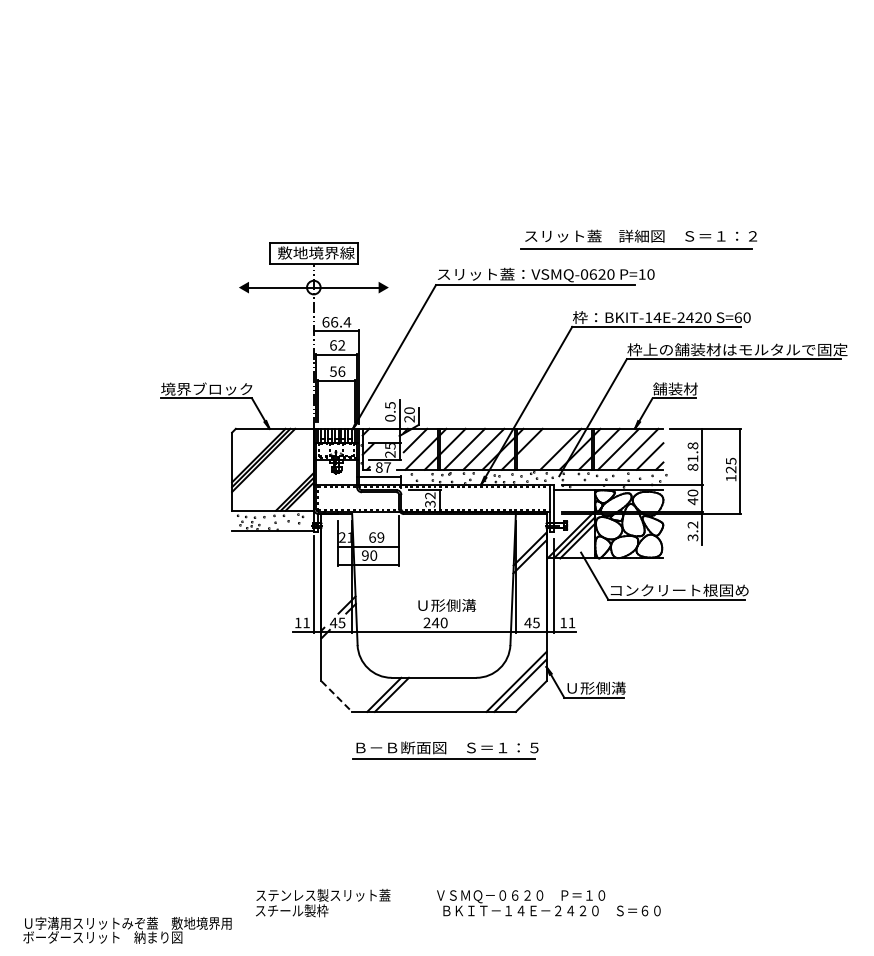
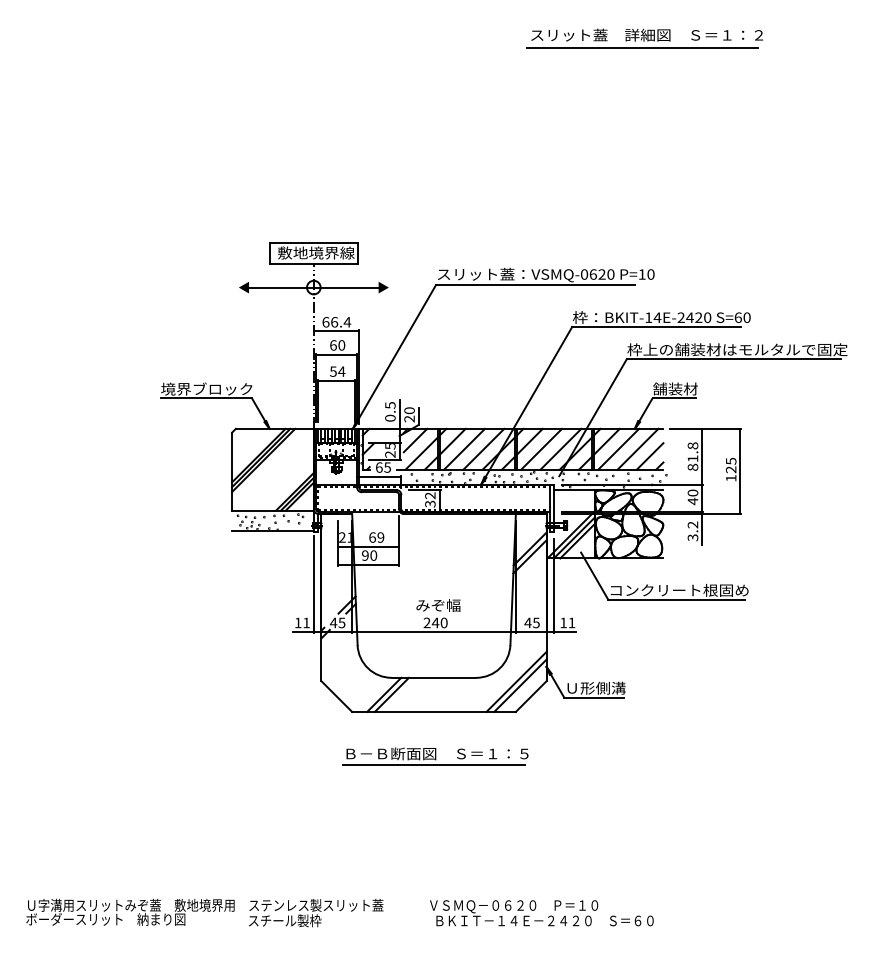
part at (638, 239) position: (638, 239) -> (644, 38)
text at (341, 345): 62 -> 60
text at (341, 371): 56 -> 54
line at (541, 448): none -> present
text at (383, 467): 87 -> 65
text at (446, 605): Ｕ形側溝 -> みぞ幅
line at (336, 696): dashed -> solid
part at (445, 750) position: (445, 750) -> (435, 756)
text at (458, 903) position: (458, 903) -> (451, 913)
text at (127, 929) position: (127, 929) -> (130, 911)
